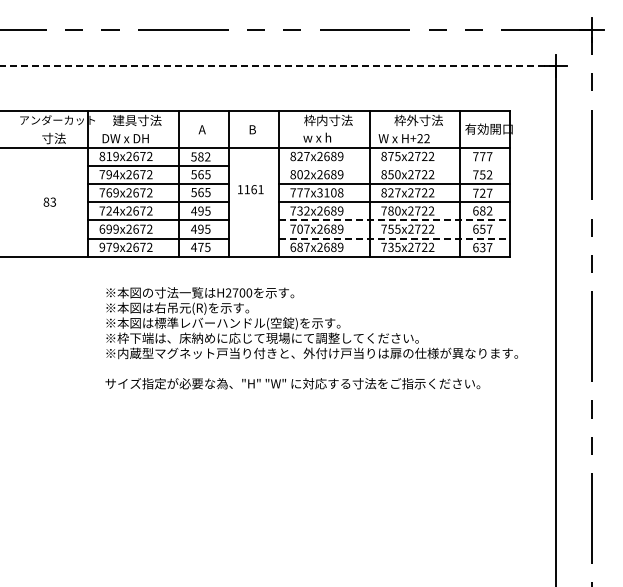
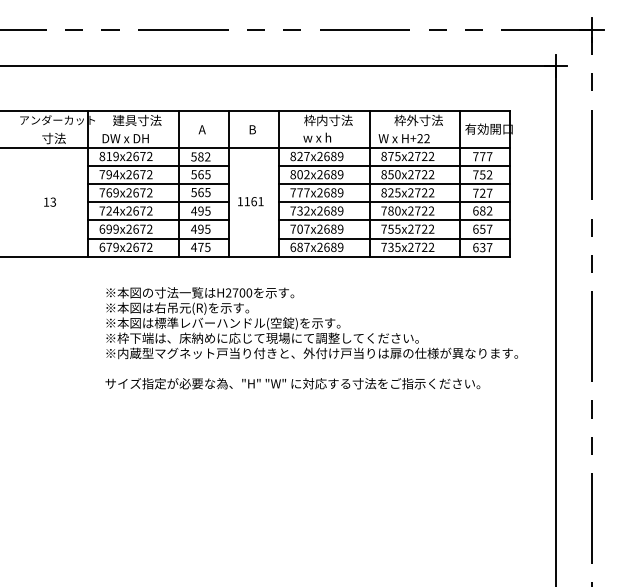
line at (278, 65): dashed -> solid
line at (394, 165): none -> present
text at (250, 189) position: (250, 189) -> (250, 201)
text at (330, 192): 777x3108 -> 777x2689
text at (397, 192): 827x2722 -> 825x2722
text at (46, 201): 83 -> 13
line at (394, 220): dashed -> solid
line at (394, 238): dashed -> solid
text at (102, 246): 979x2672 -> 679x2672
